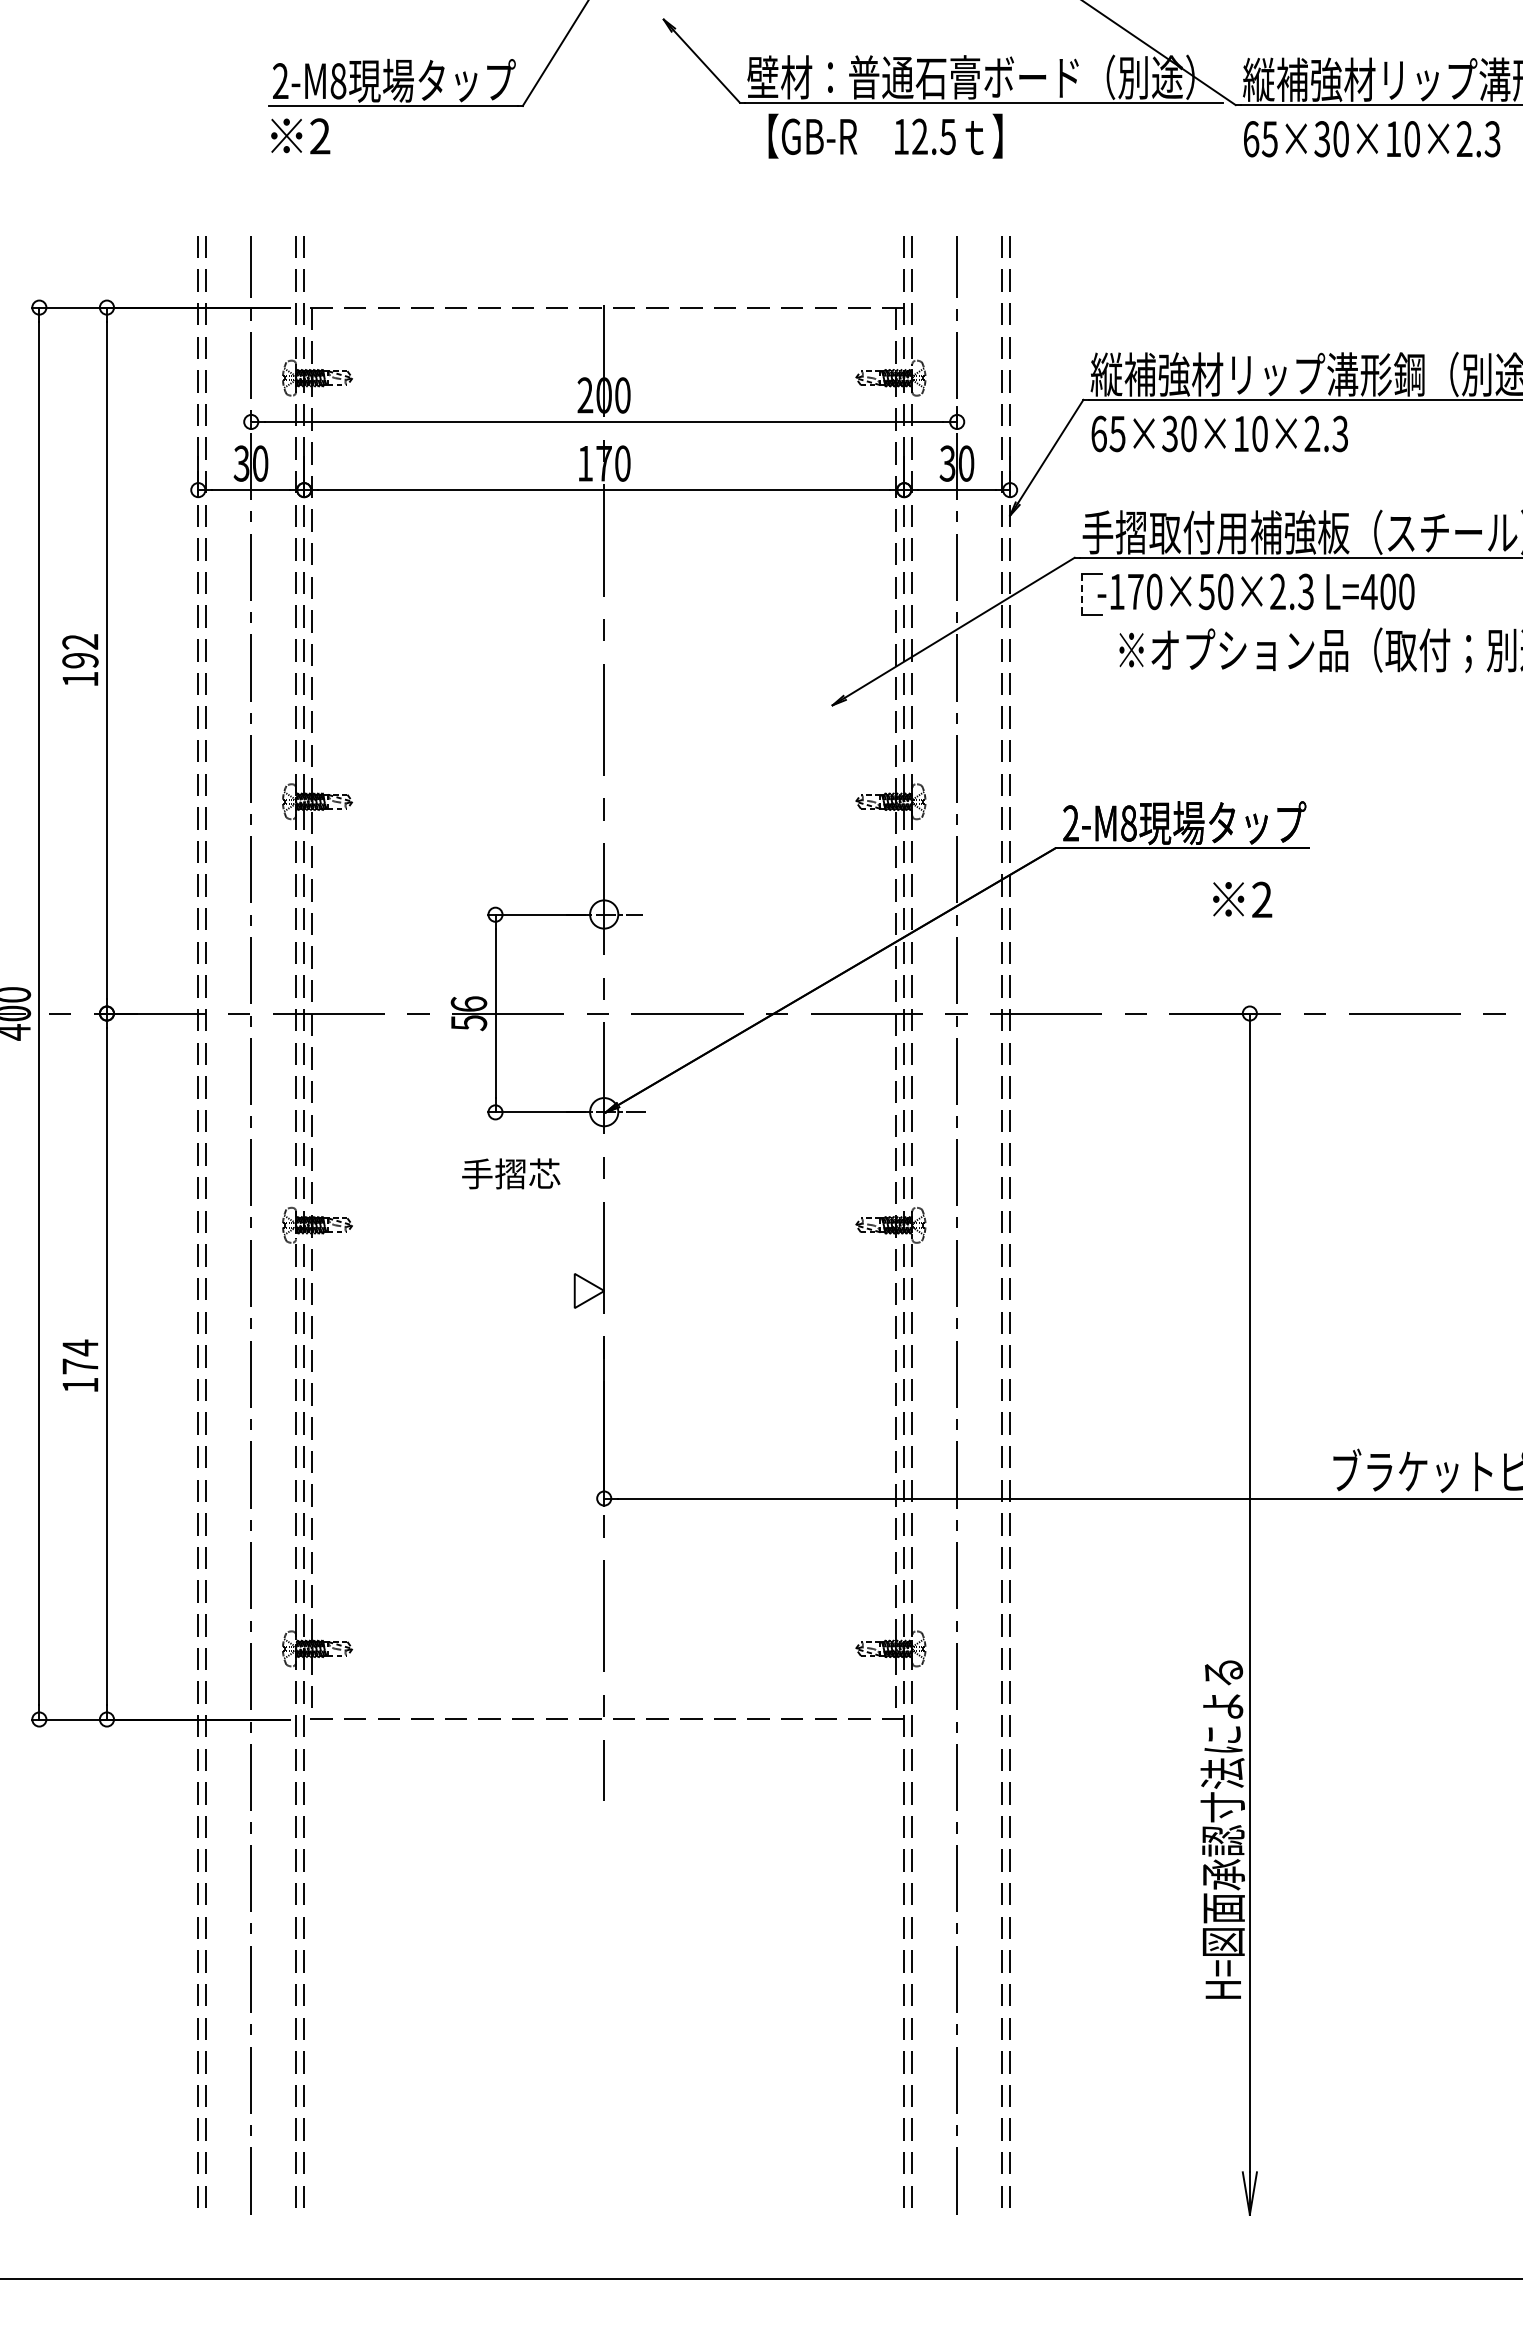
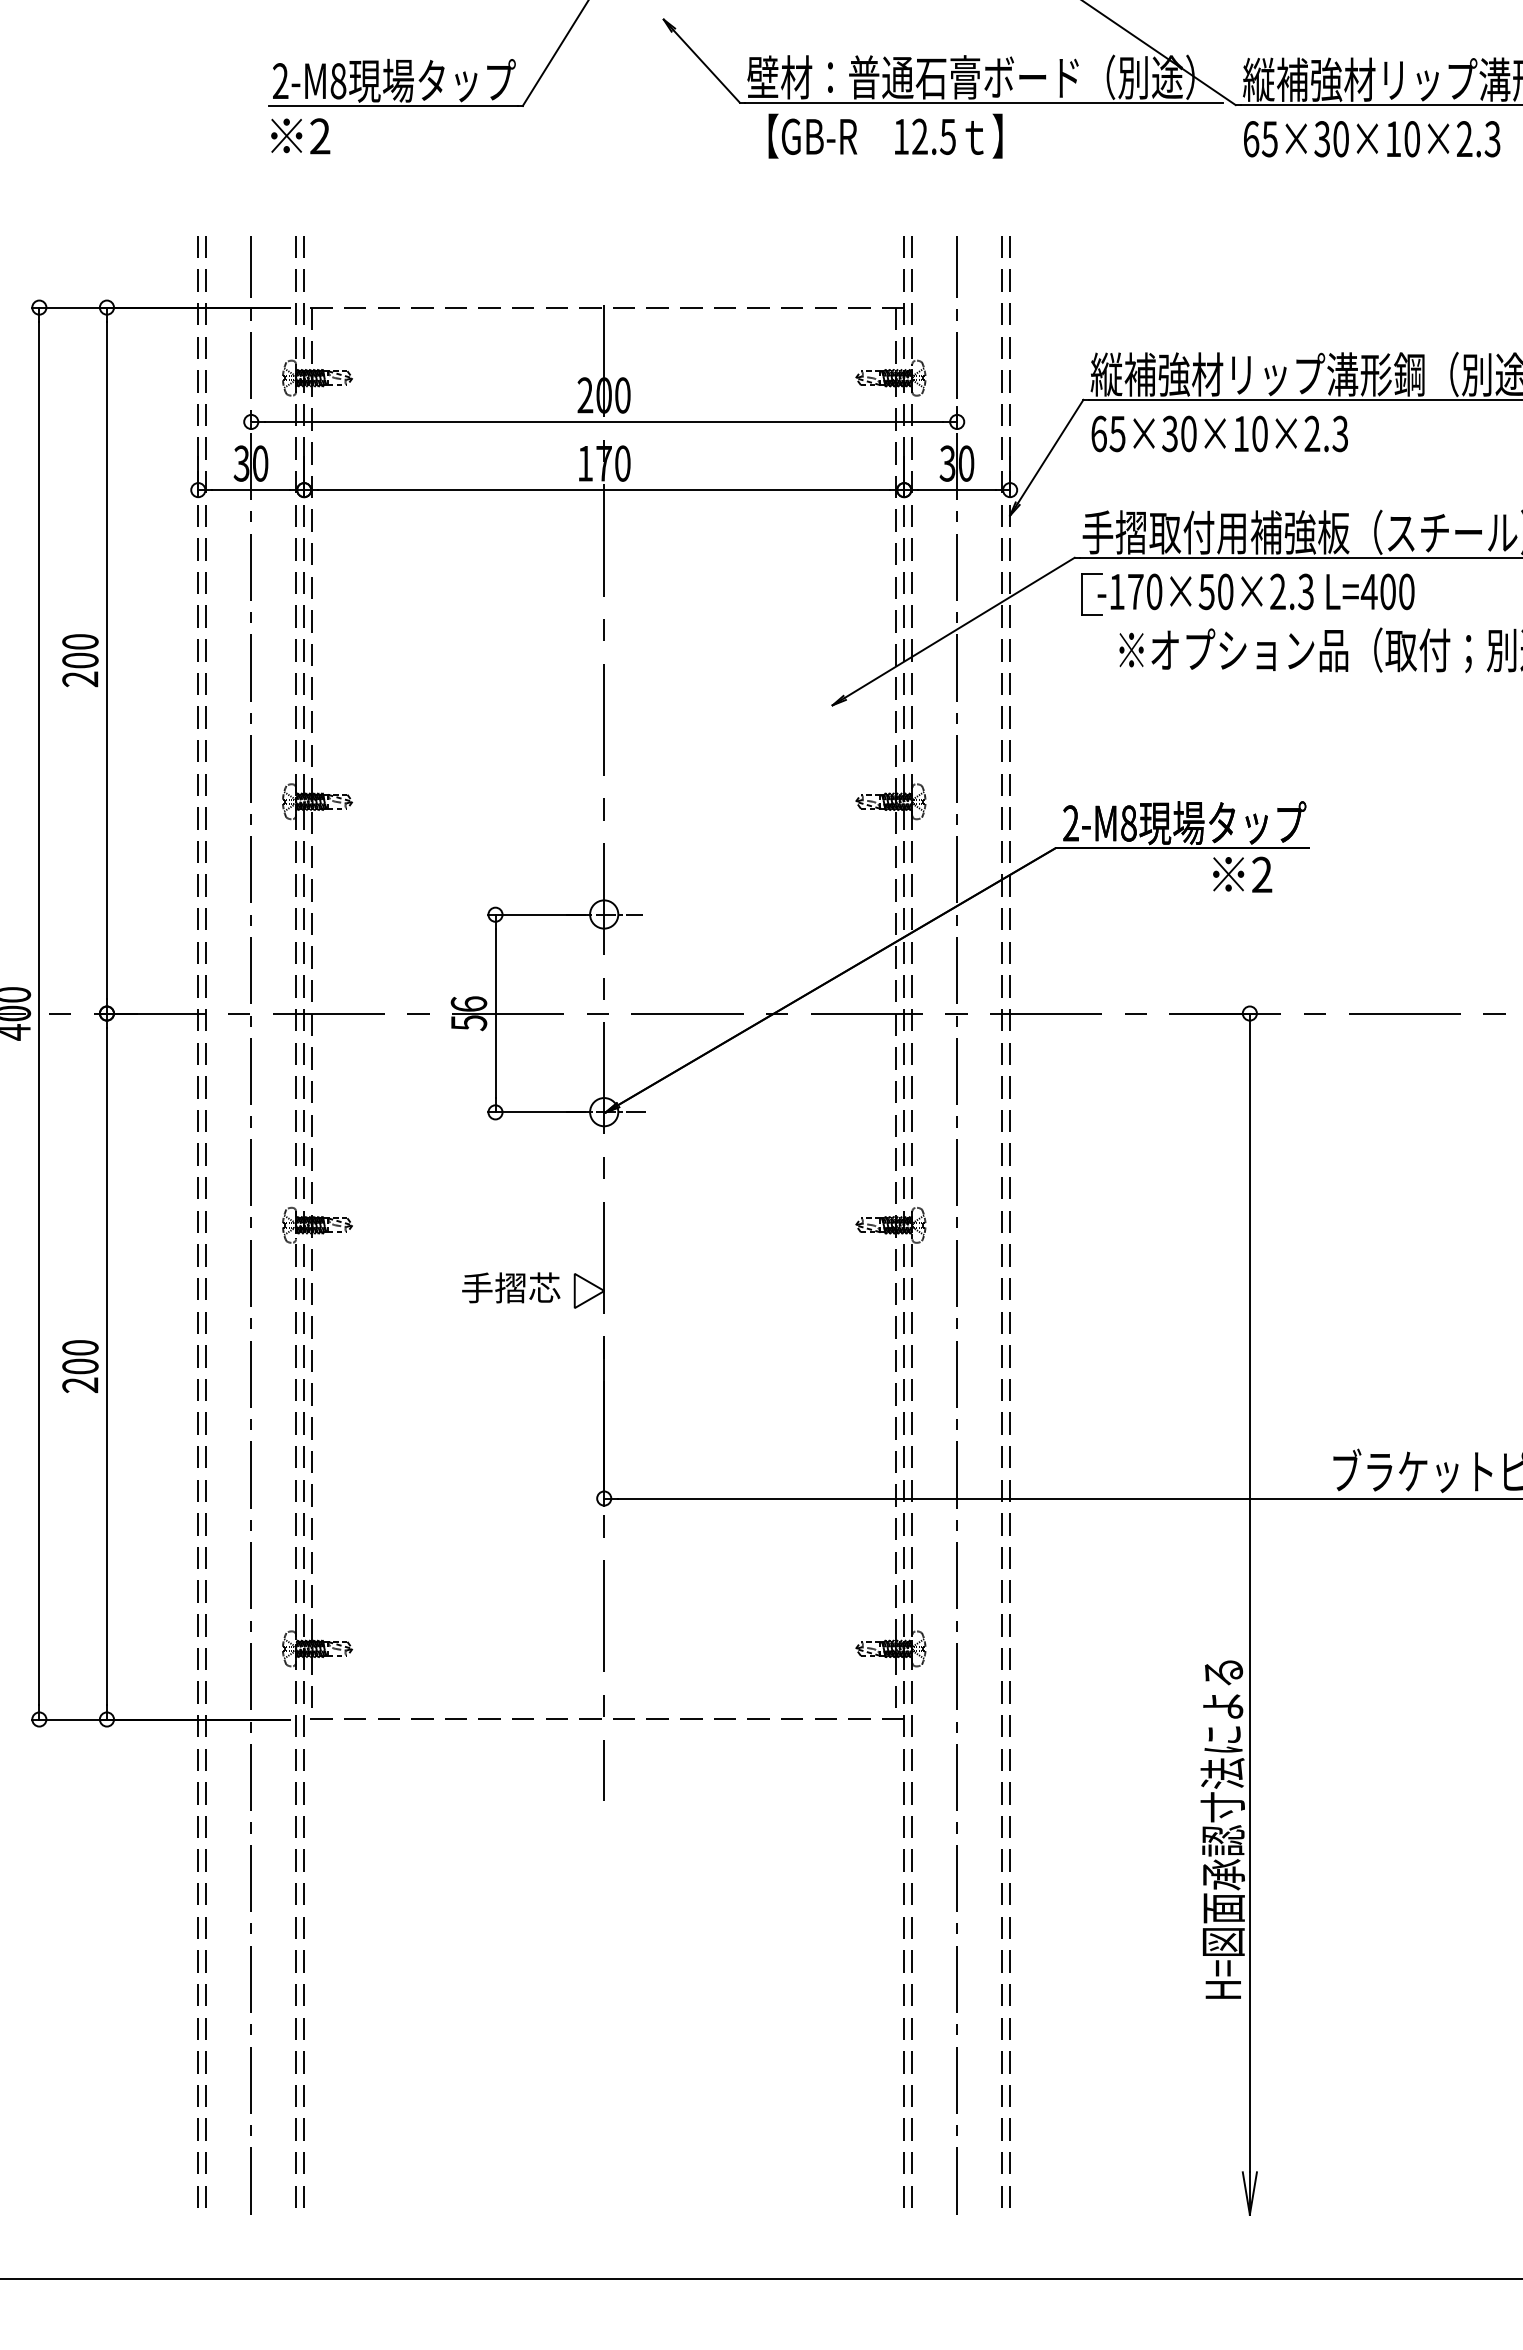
line at (1081, 594): dashed -> solid
text at (80, 660): 192 -> 200
text at (1242, 899) position: (1242, 899) -> (1242, 874)
text at (511, 1173) position: (511, 1173) -> (511, 1287)
text at (80, 1366): 174 -> 200
